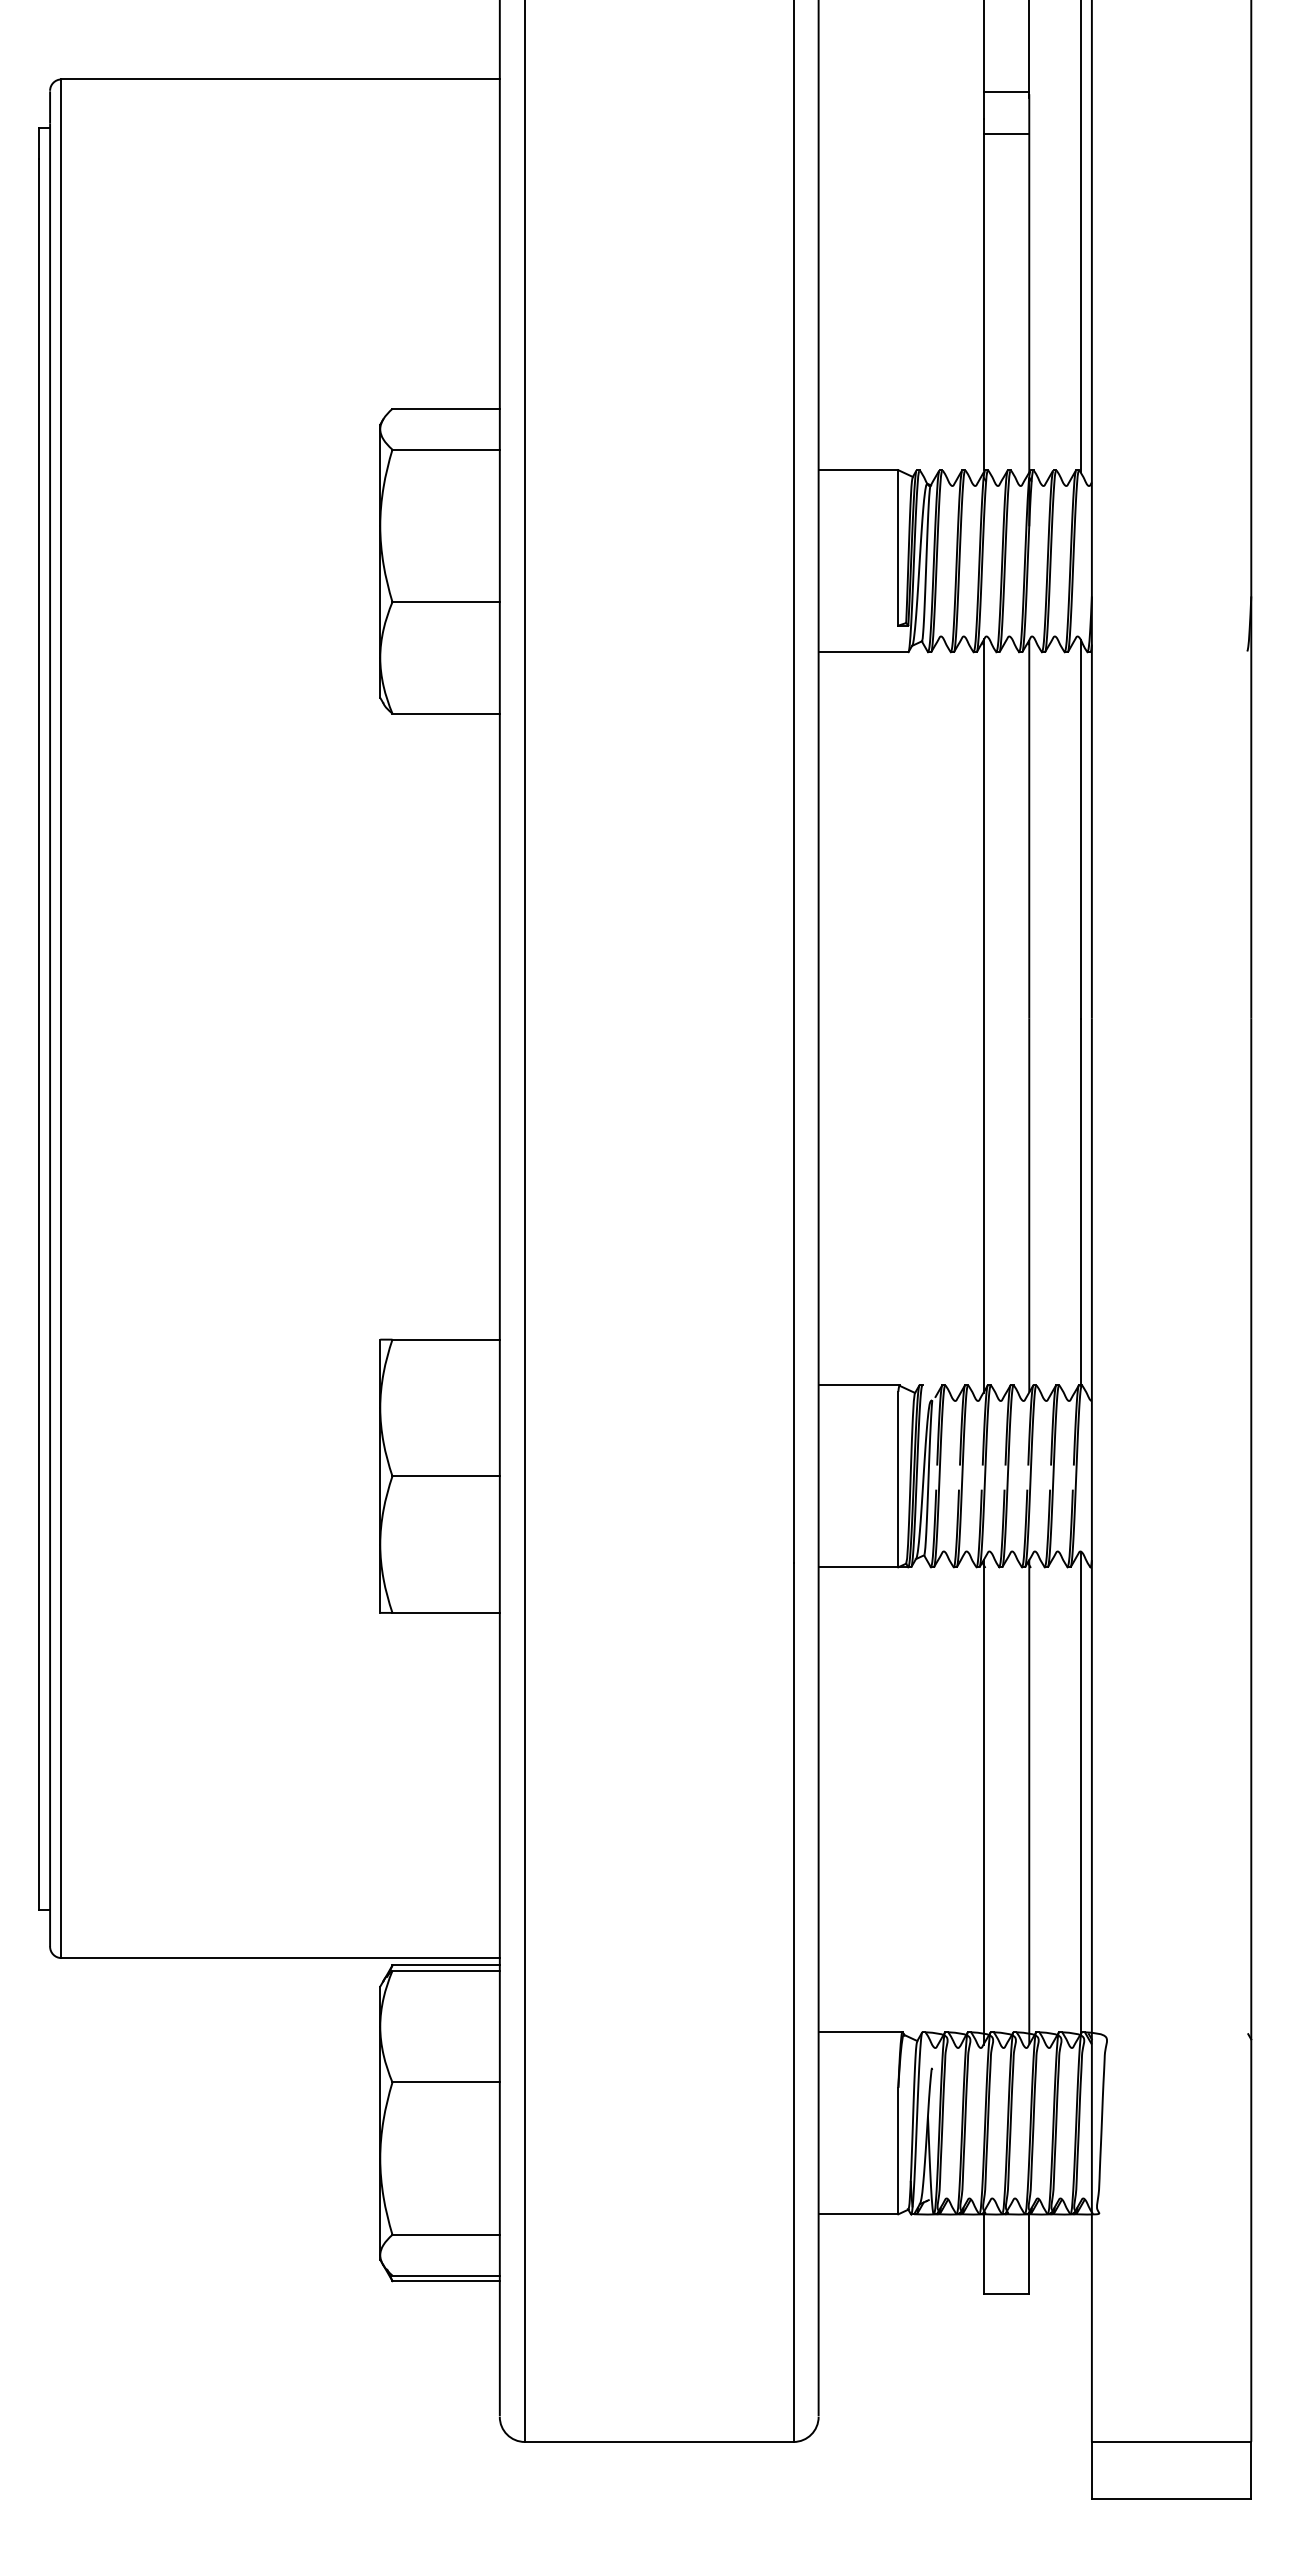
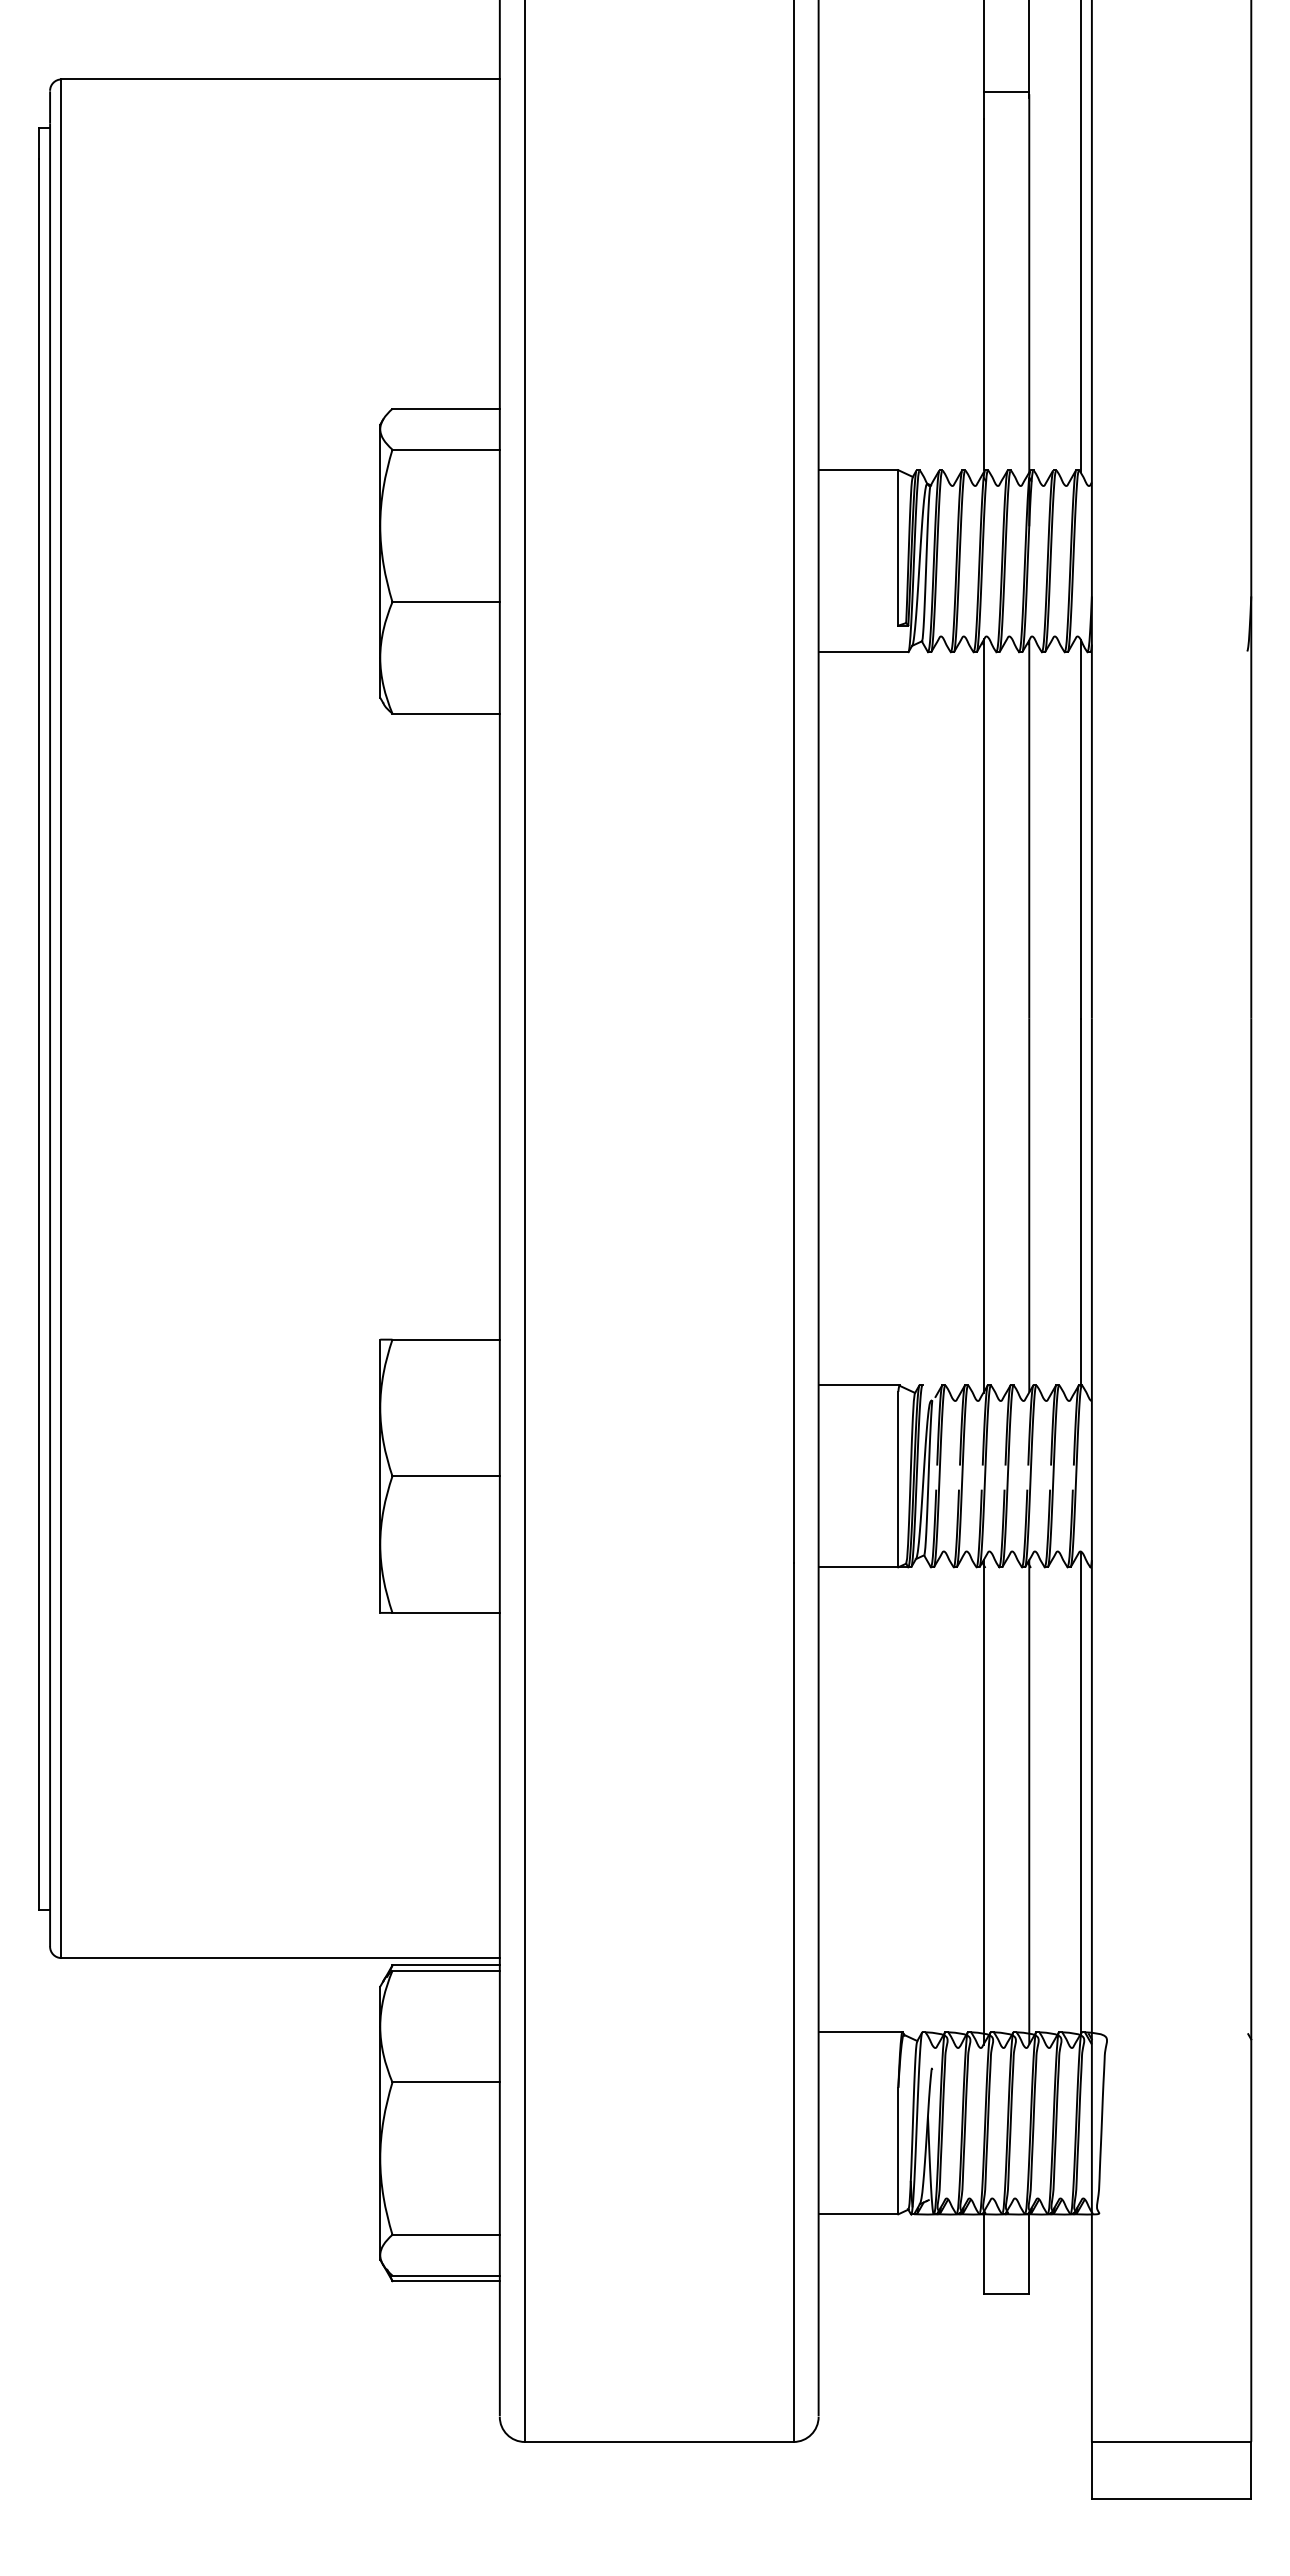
line at (1006, 133): present -> none
